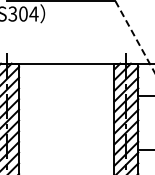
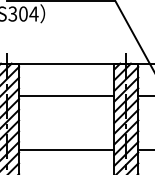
line at (135, 36): dashed -> solid
line at (66, 96): none -> present
line at (66, 150): none -> present
